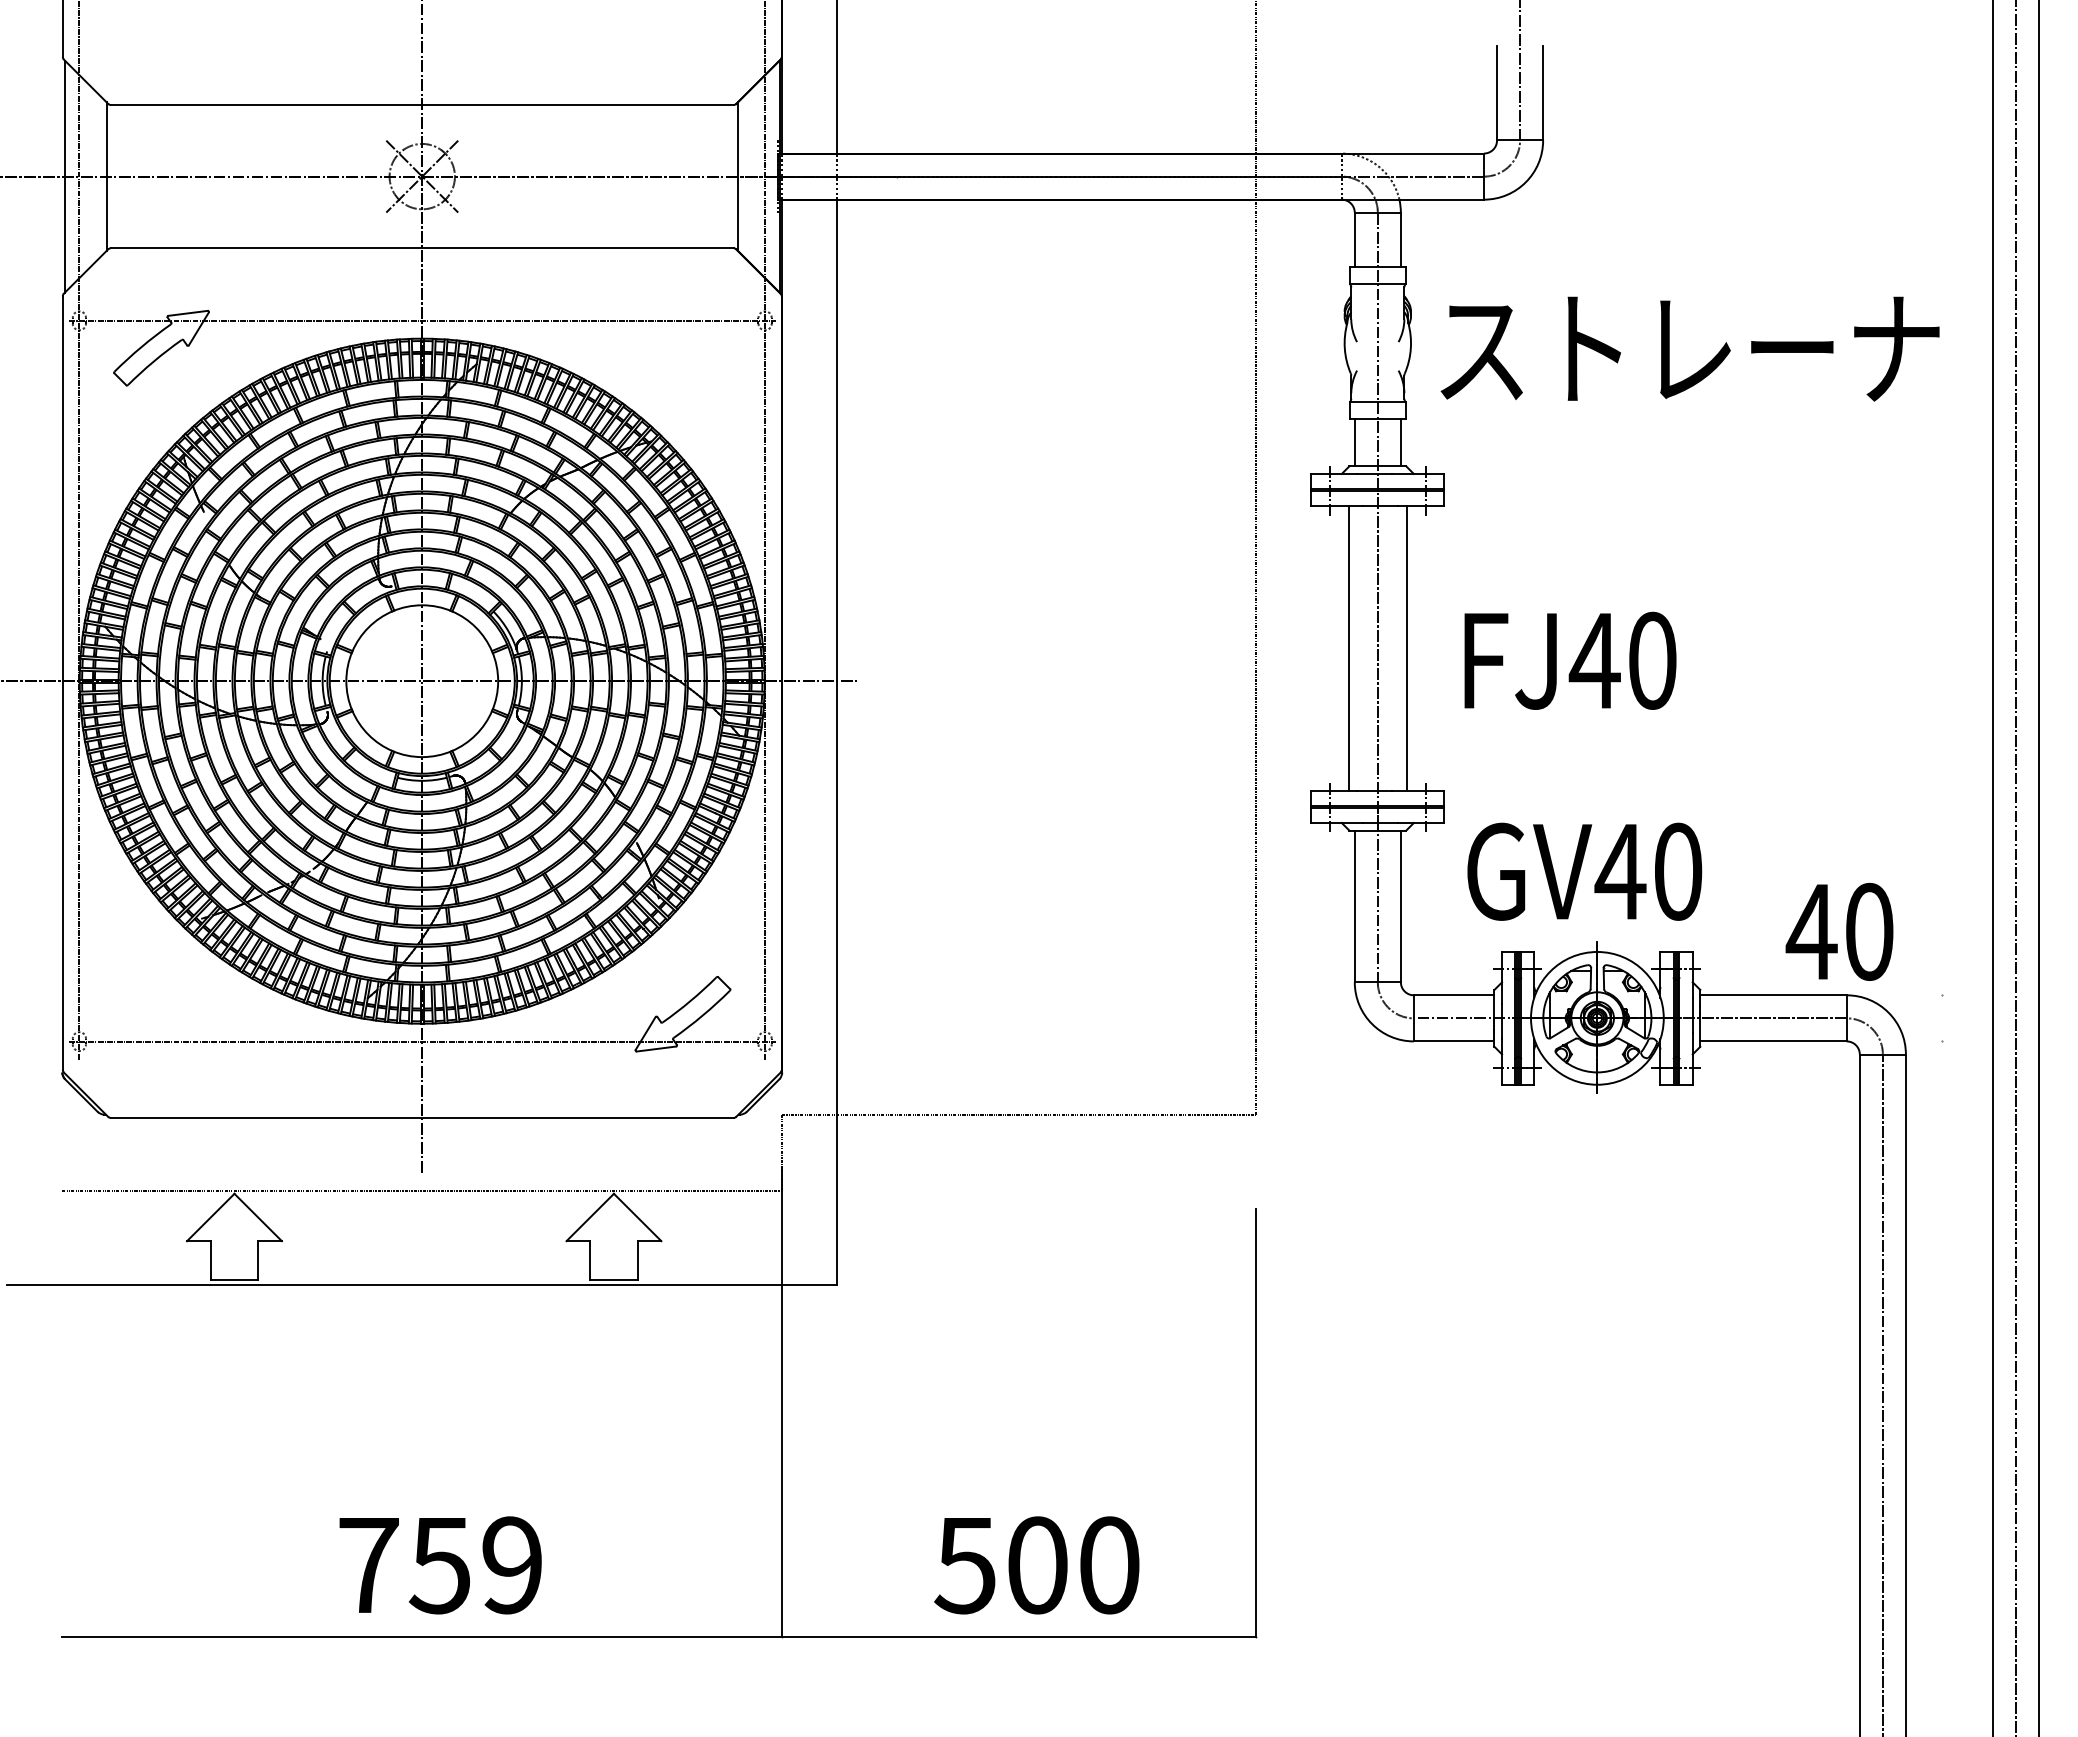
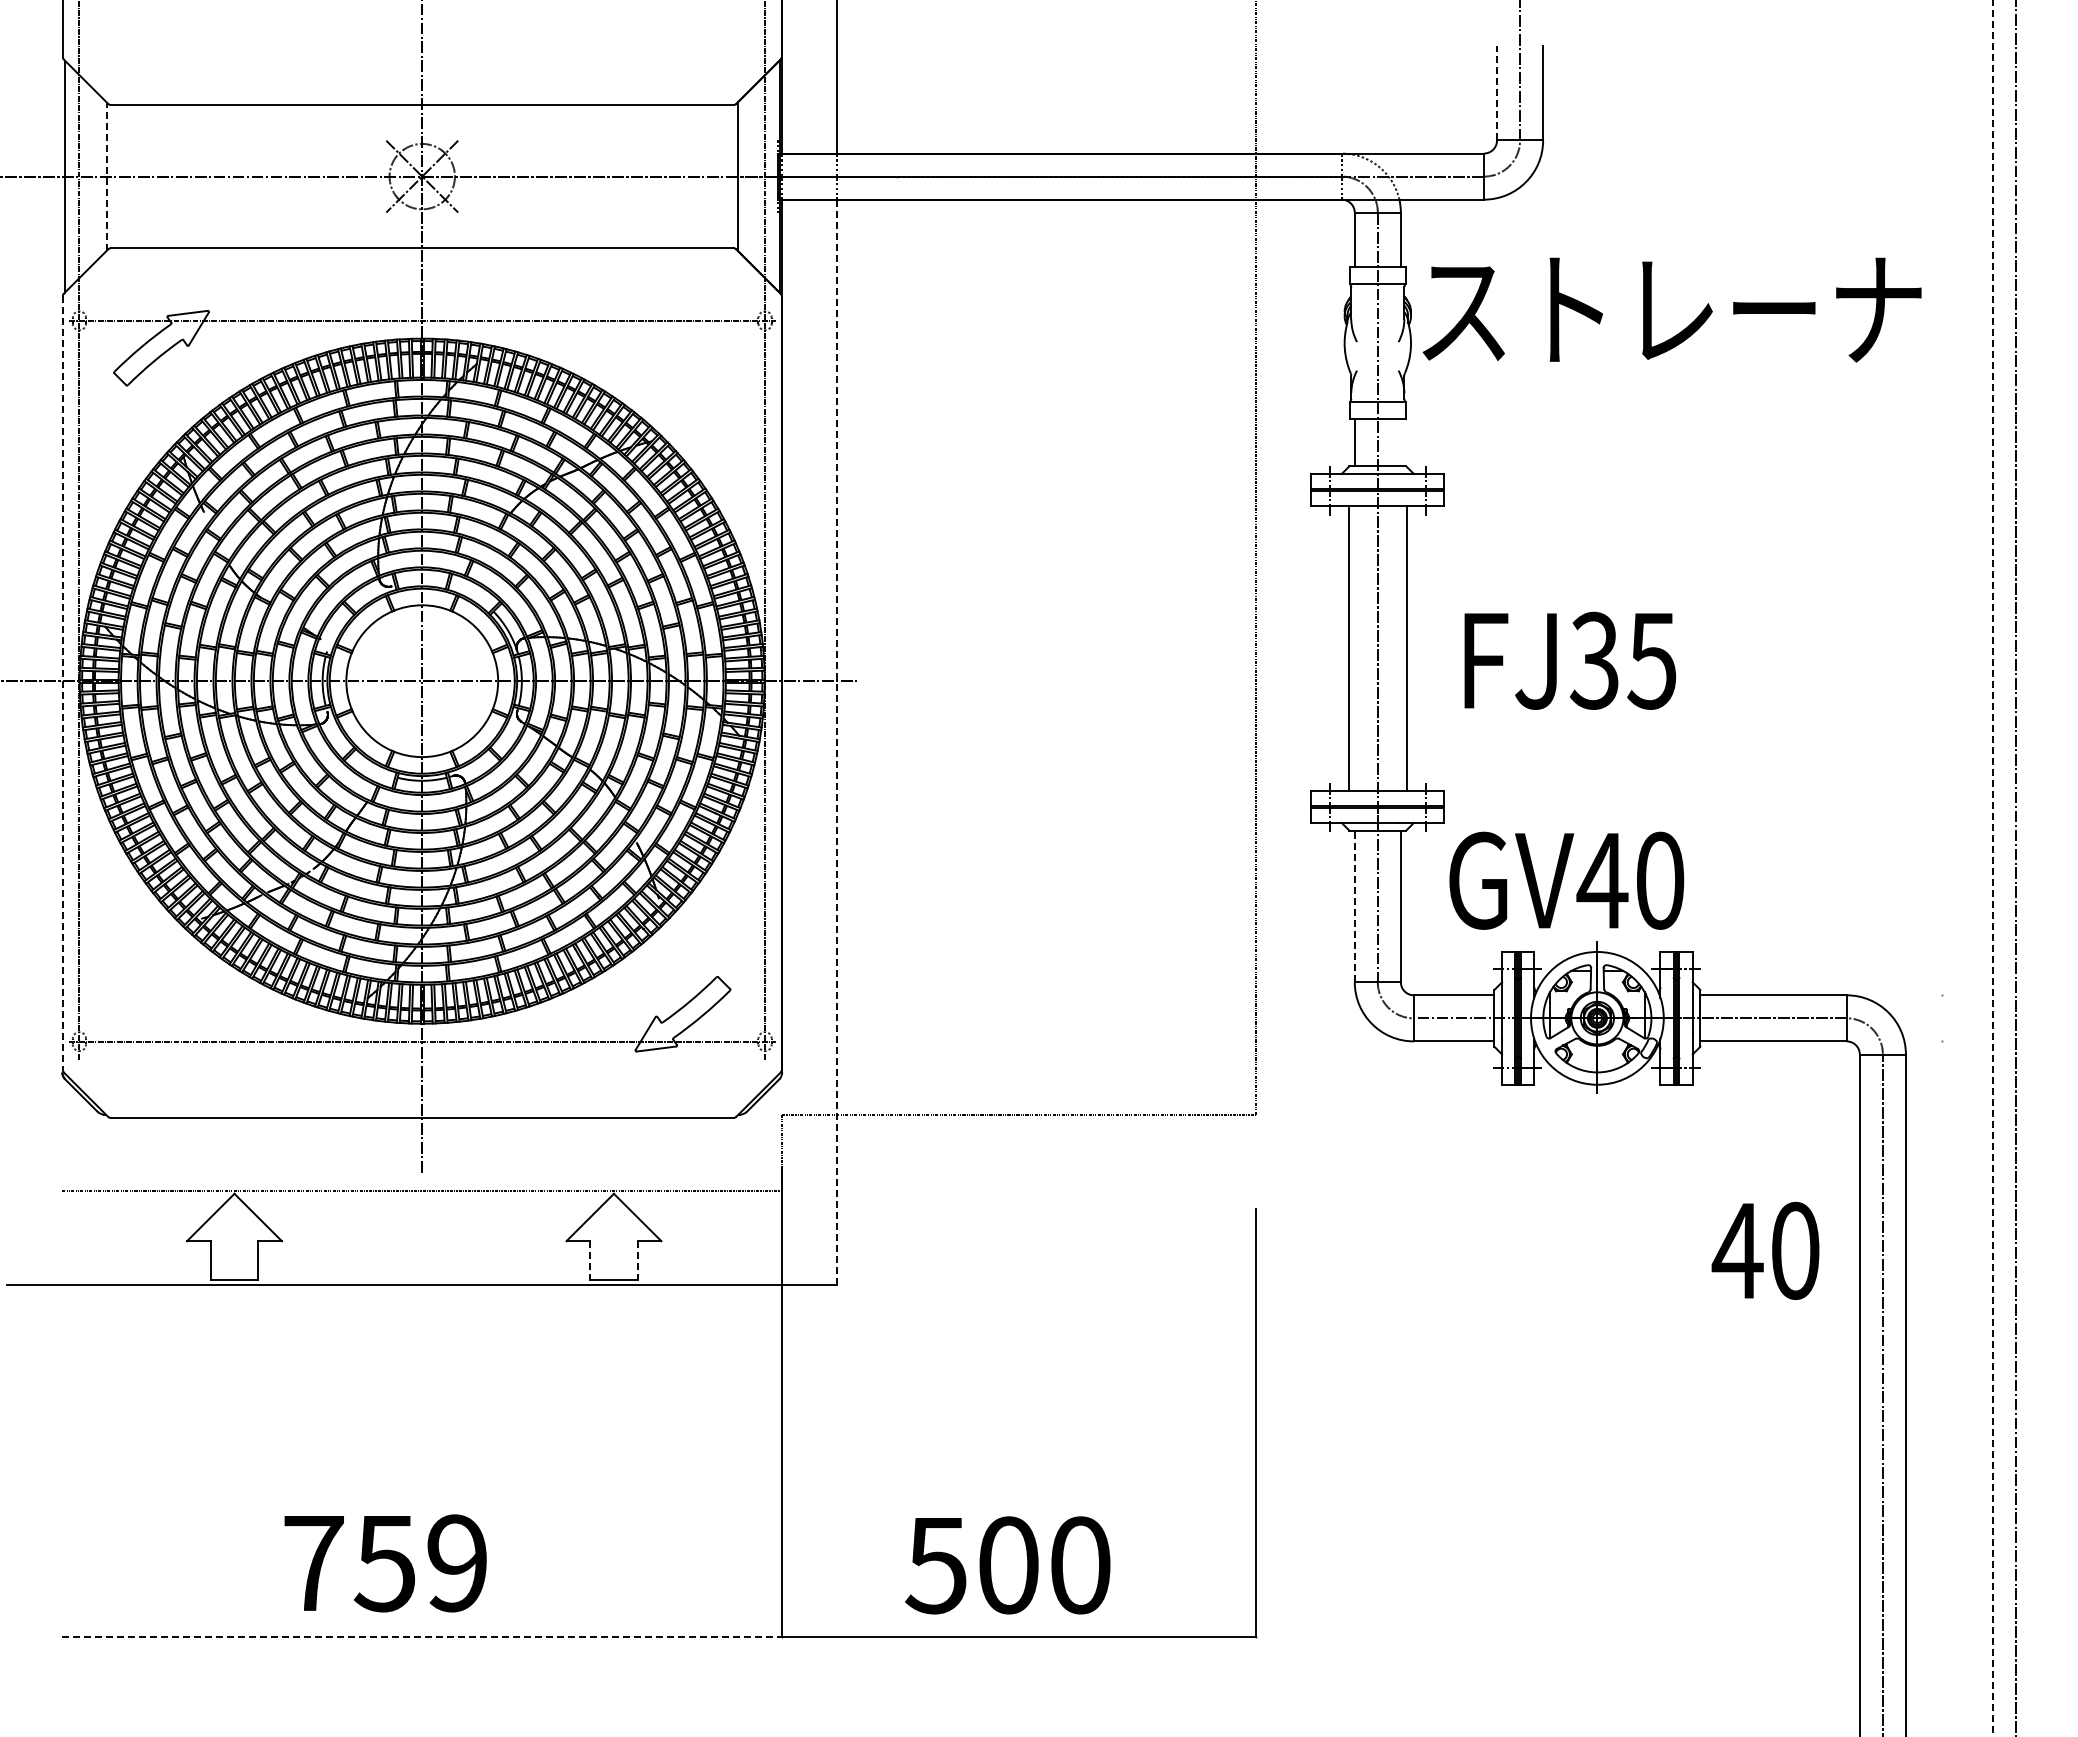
line at (1497, 92): solid -> dashed
line at (106, 176): solid -> dashed
text at (1689, 348) position: (1689, 348) -> (1671, 309)
line at (1400, 442): present -> none
text at (1622, 660): FJ40 -> FJ35
line at (62, 683): solid -> dashed
line at (837, 742): solid -> dashed
line at (2038, 867): present -> none
line at (1992, 868): solid -> dashed
text at (1584, 871) position: (1584, 871) -> (1566, 880)
line at (1354, 906): solid -> dashed
text at (1839, 931) position: (1839, 931) -> (1765, 1250)
line at (590, 1260): solid -> dashed
line at (637, 1260): solid -> dashed
text at (440, 1565) position: (440, 1565) -> (385, 1563)
text at (1036, 1565) position: (1036, 1565) -> (1007, 1565)
line at (422, 1636): solid -> dashed
